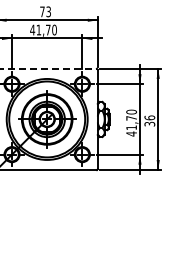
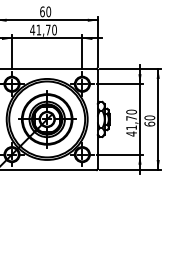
text at (45, 11): 73 -> 60
line at (49, 68): dashed -> solid
text at (149, 120): 36 -> 60
